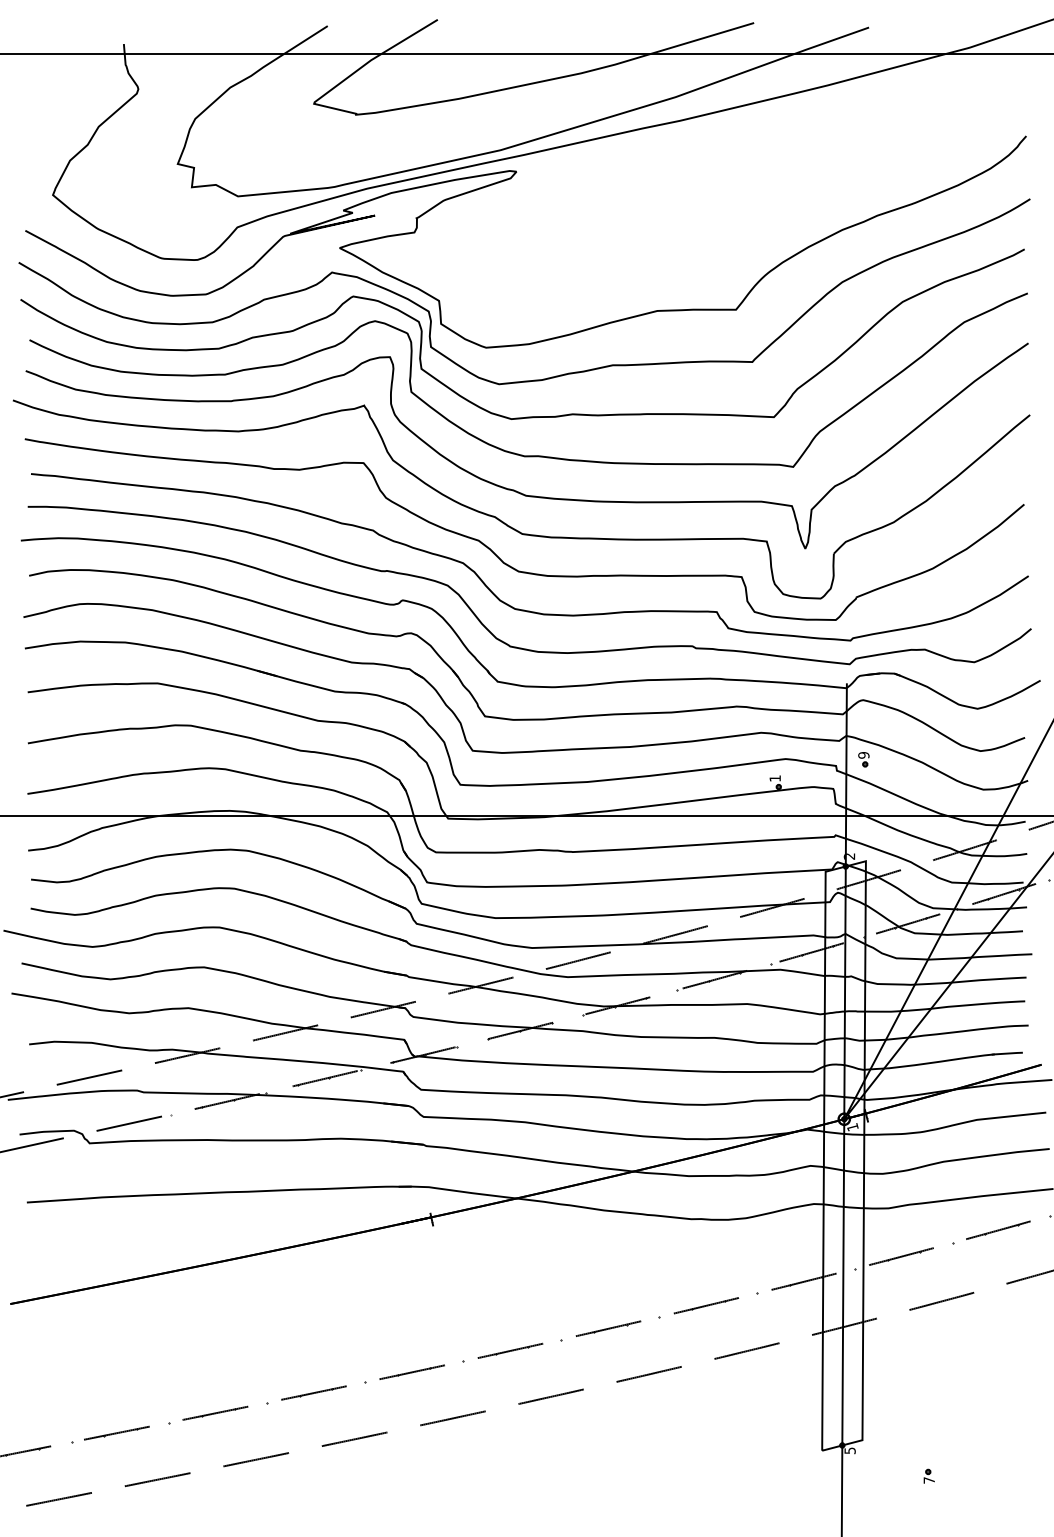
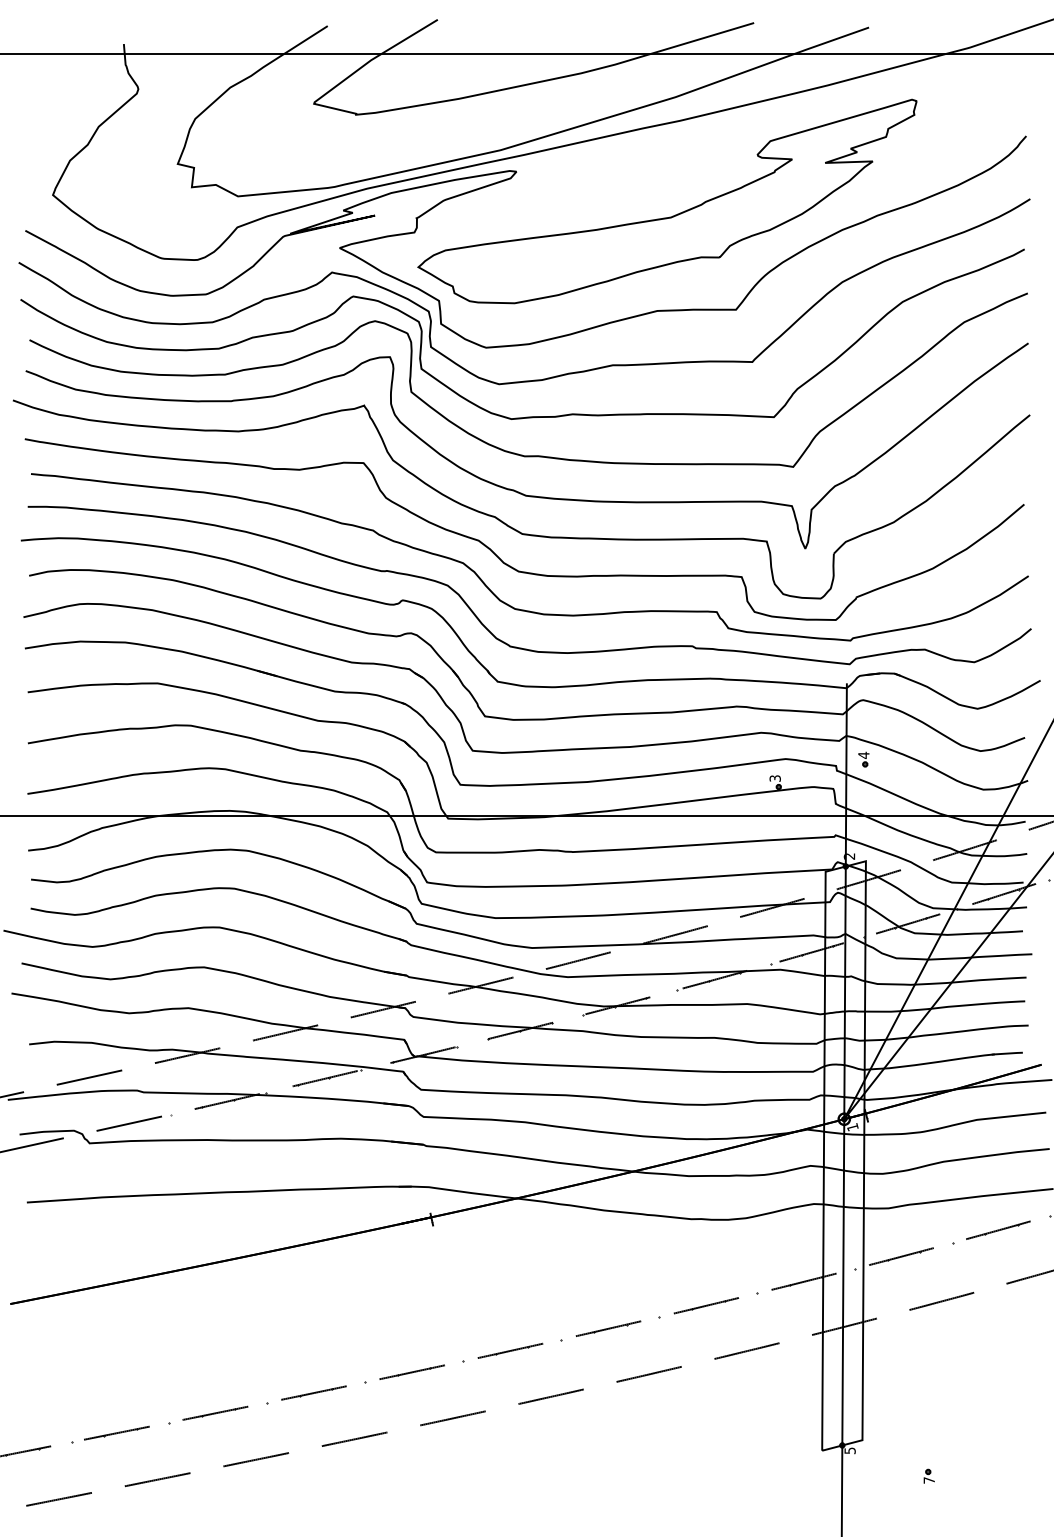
curve at (672, 215): none -> present
text at (863, 754): 9 -> 4
text at (774, 778): 1 -> 3
